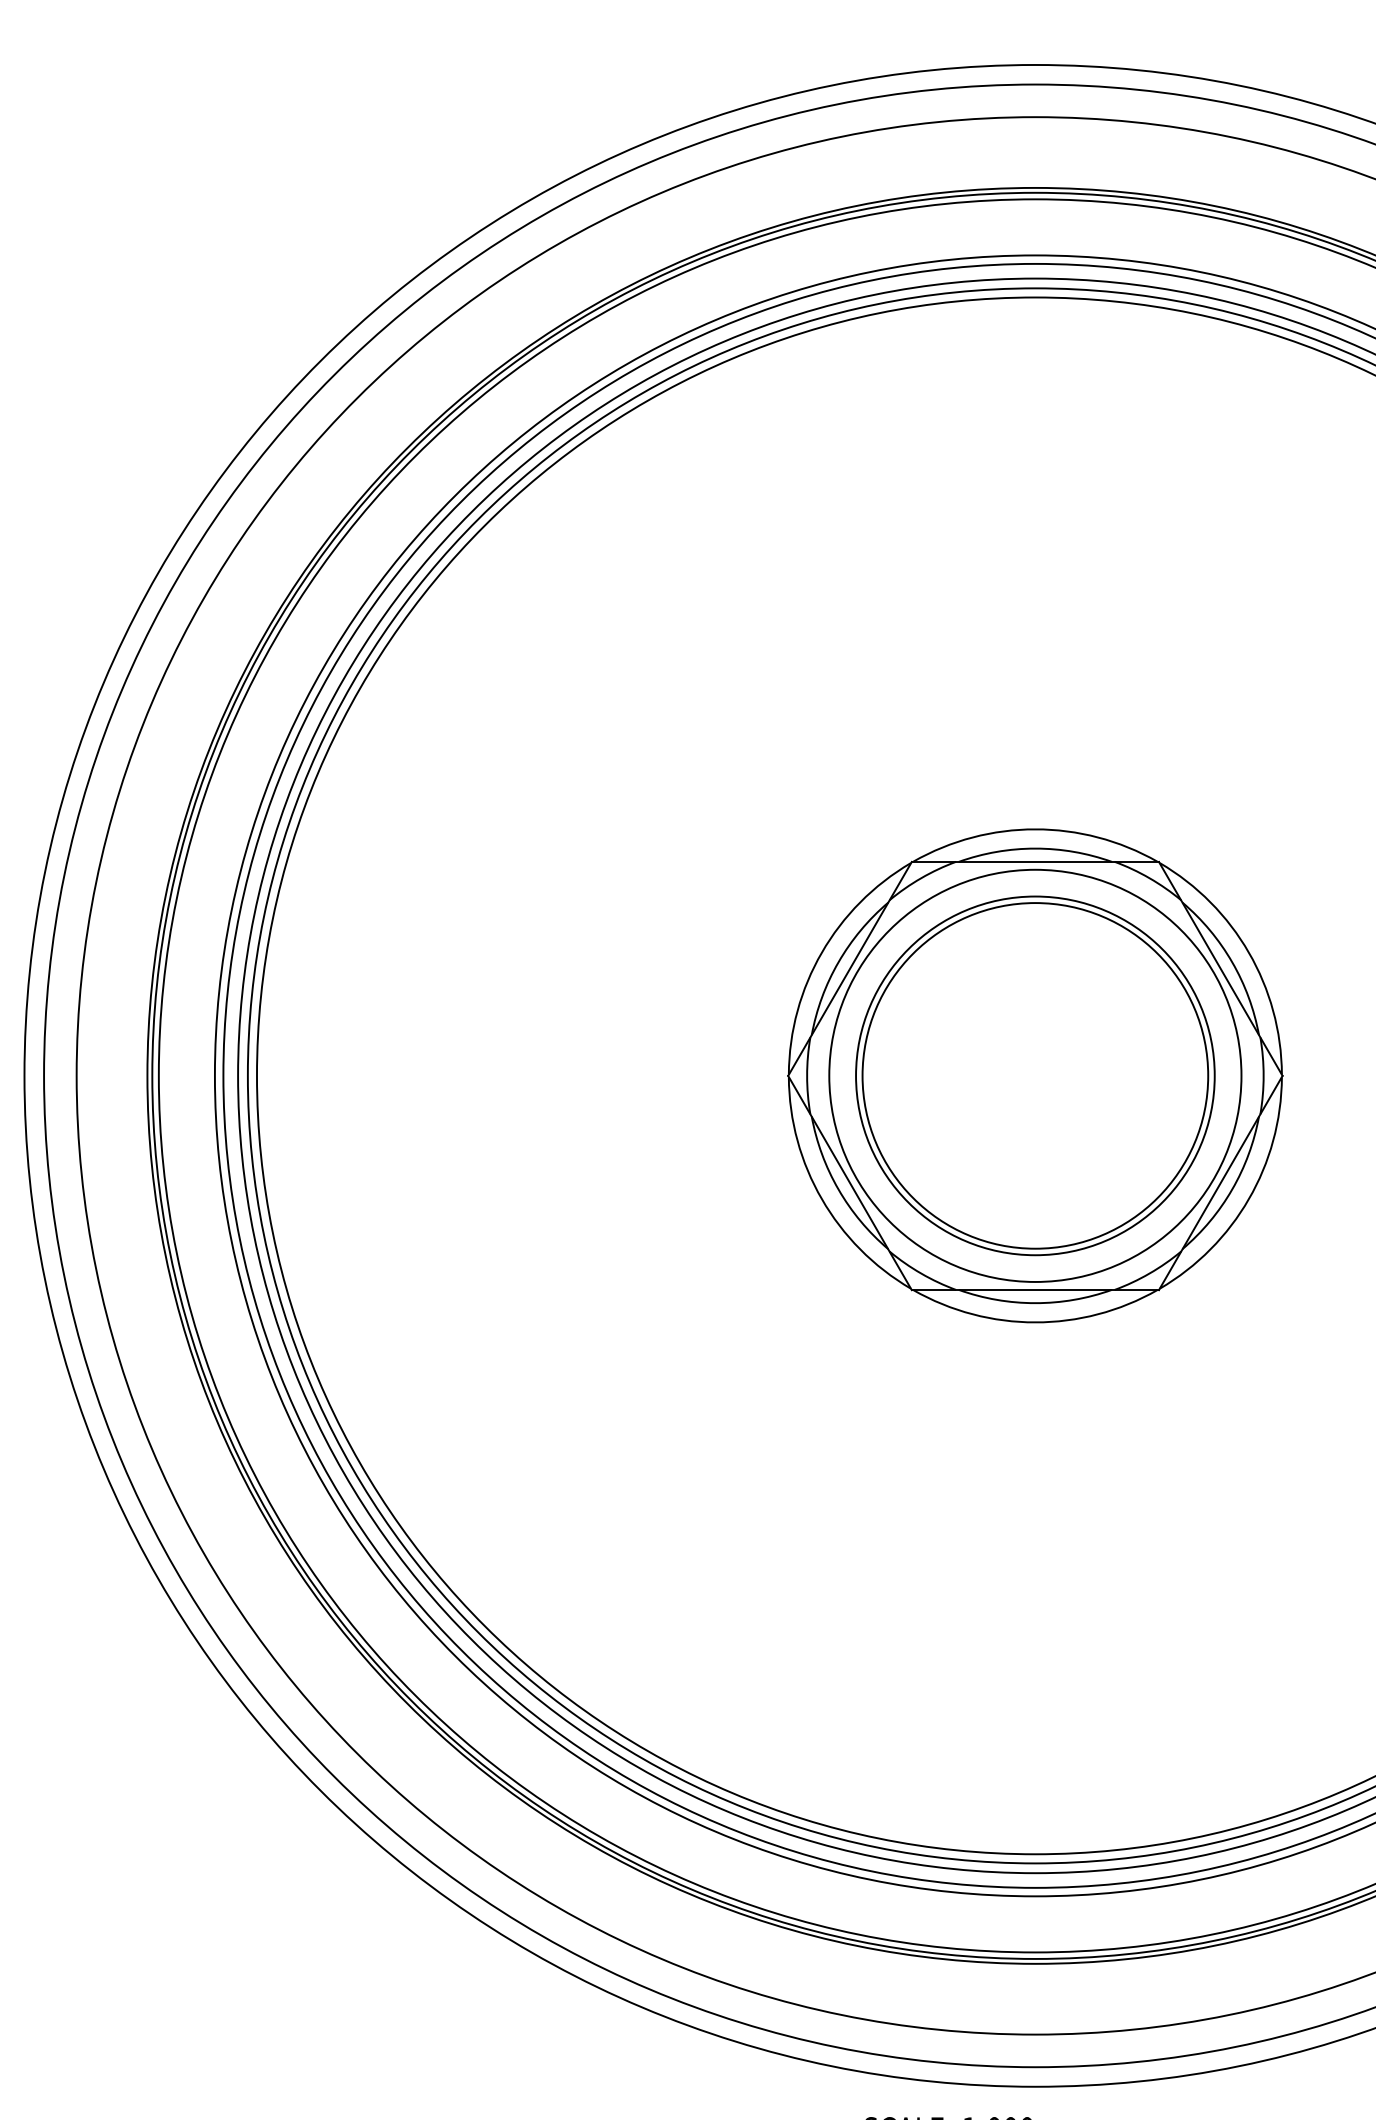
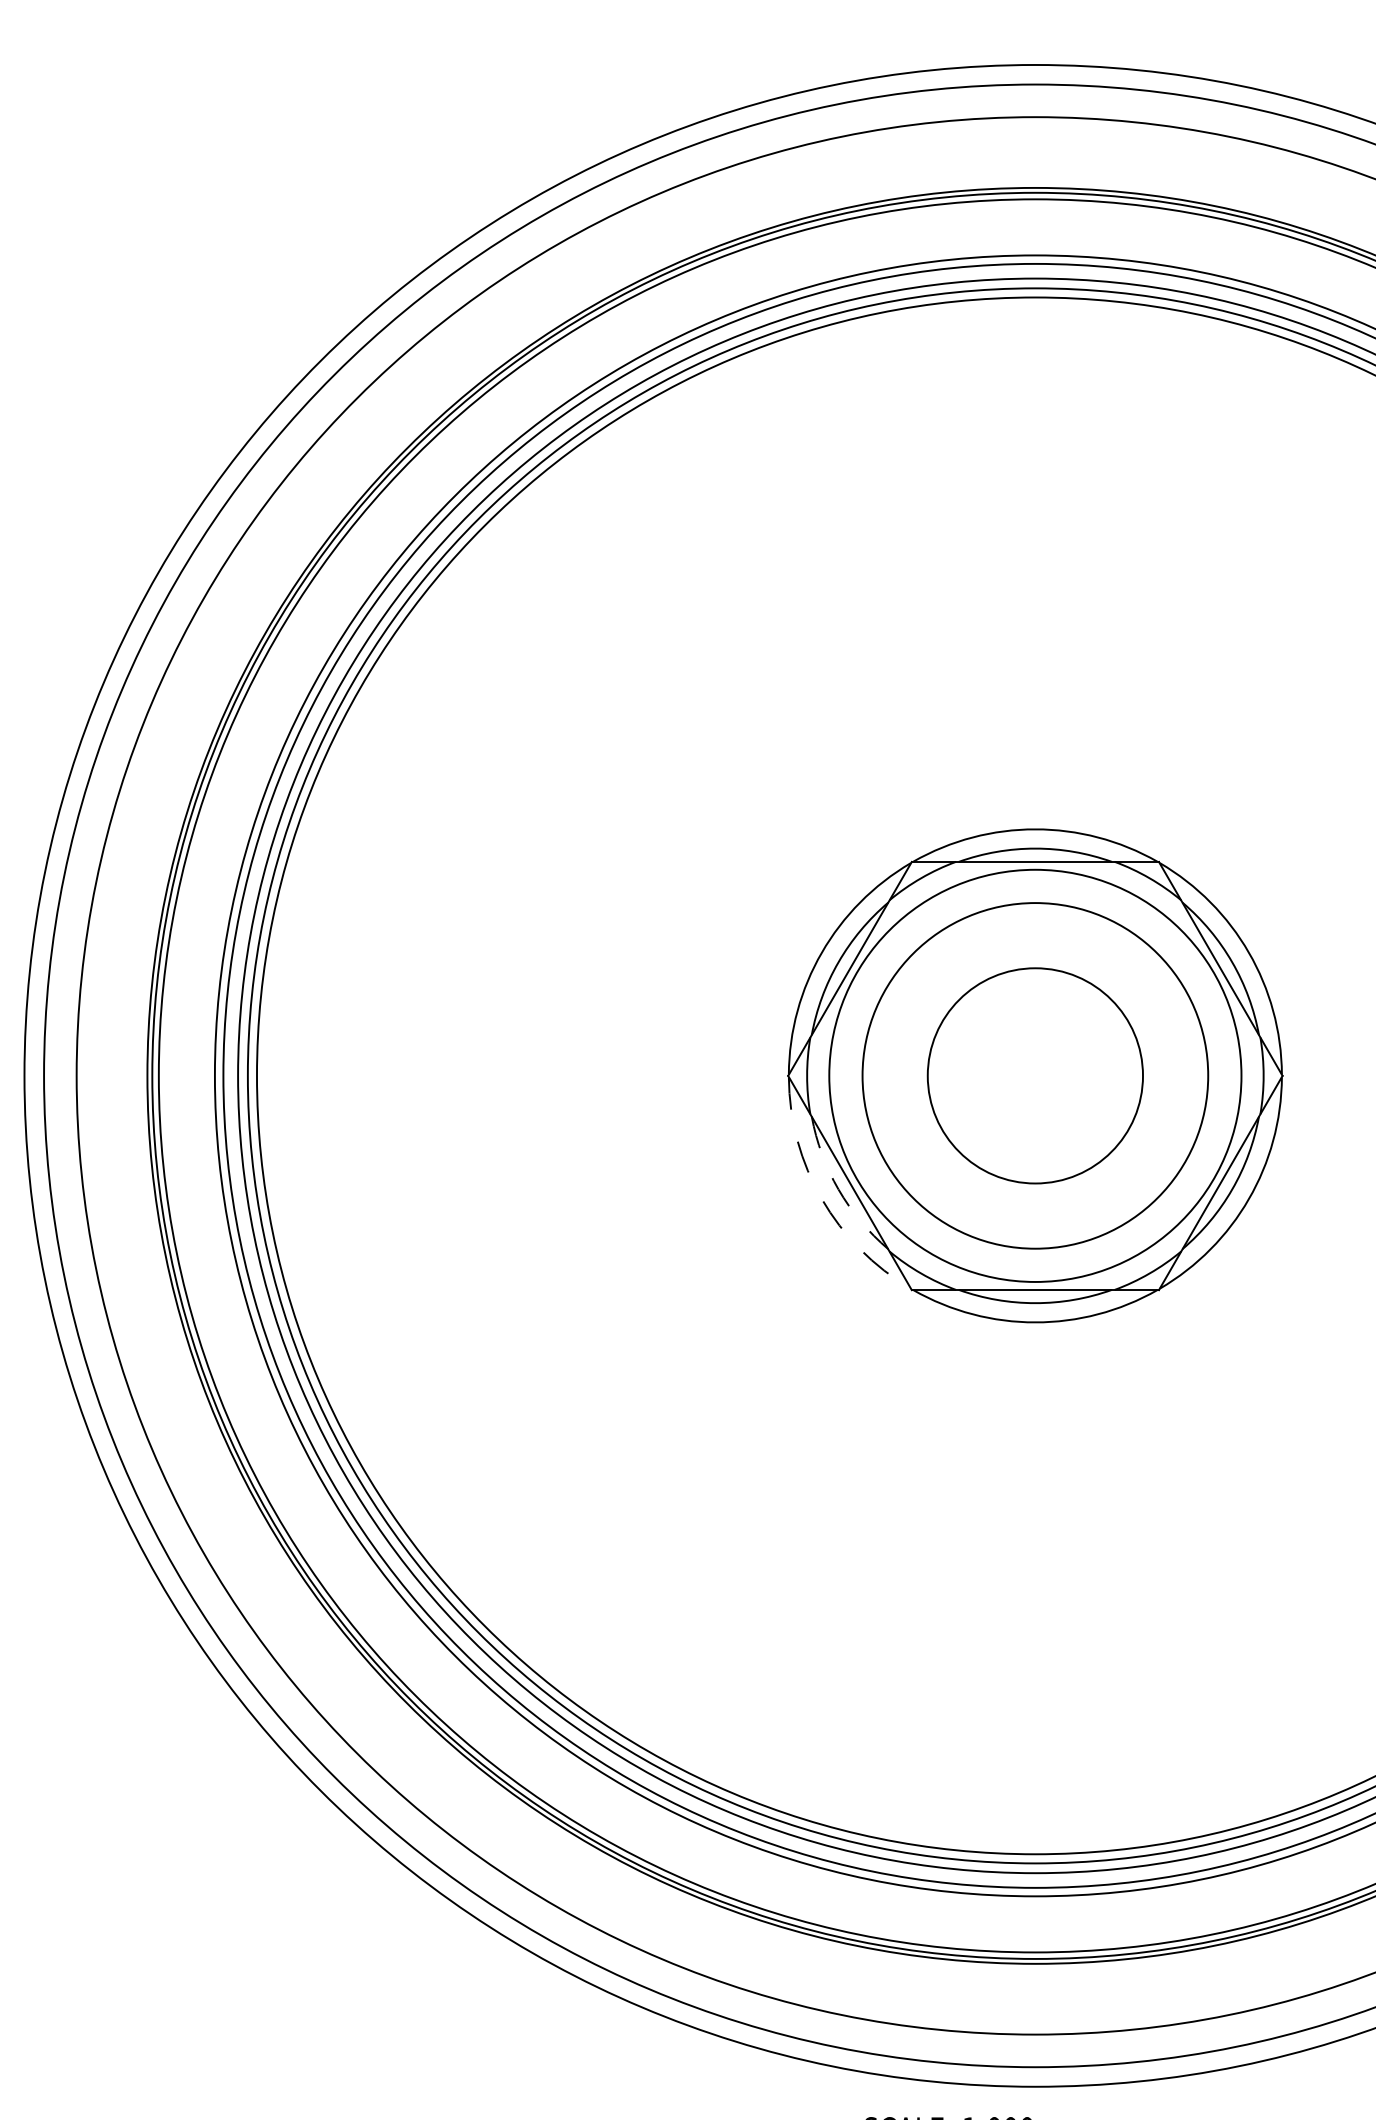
circle at (1035, 1075) diameter: 359 px -> 215 px
arc at (838, 1189): solid -> dashed
arc at (821, 1199): solid -> dashed
